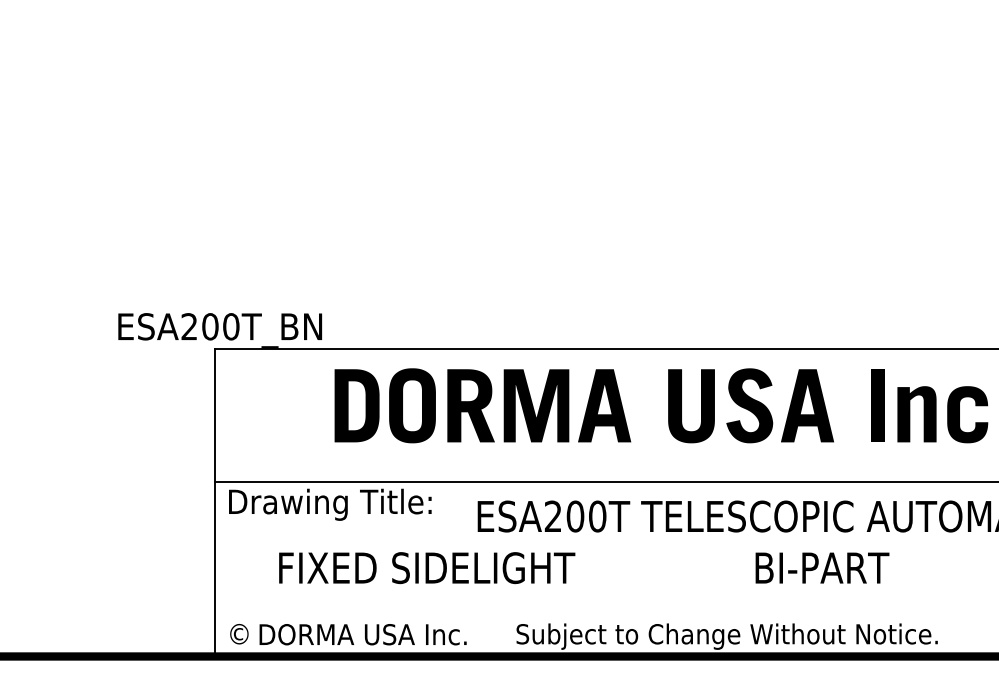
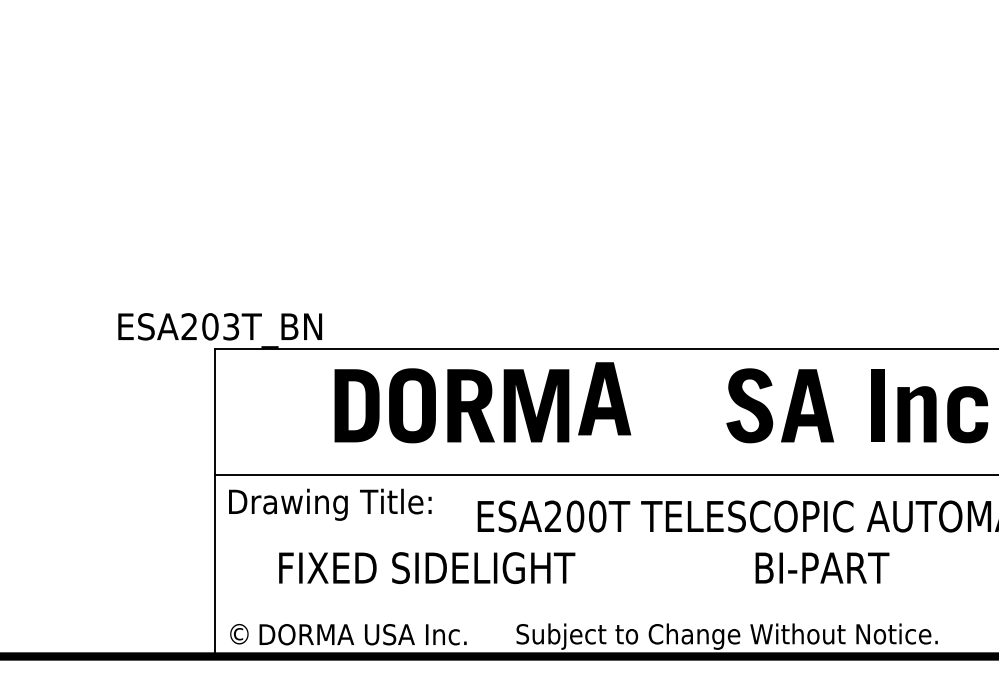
text at (231, 326): ESA200T_BN -> ESA203T_BN
part at (604, 405) position: (604, 405) -> (604, 398)
fill at (691, 406): present -> none
line at (604, 481) position: (604, 481) -> (604, 474)
